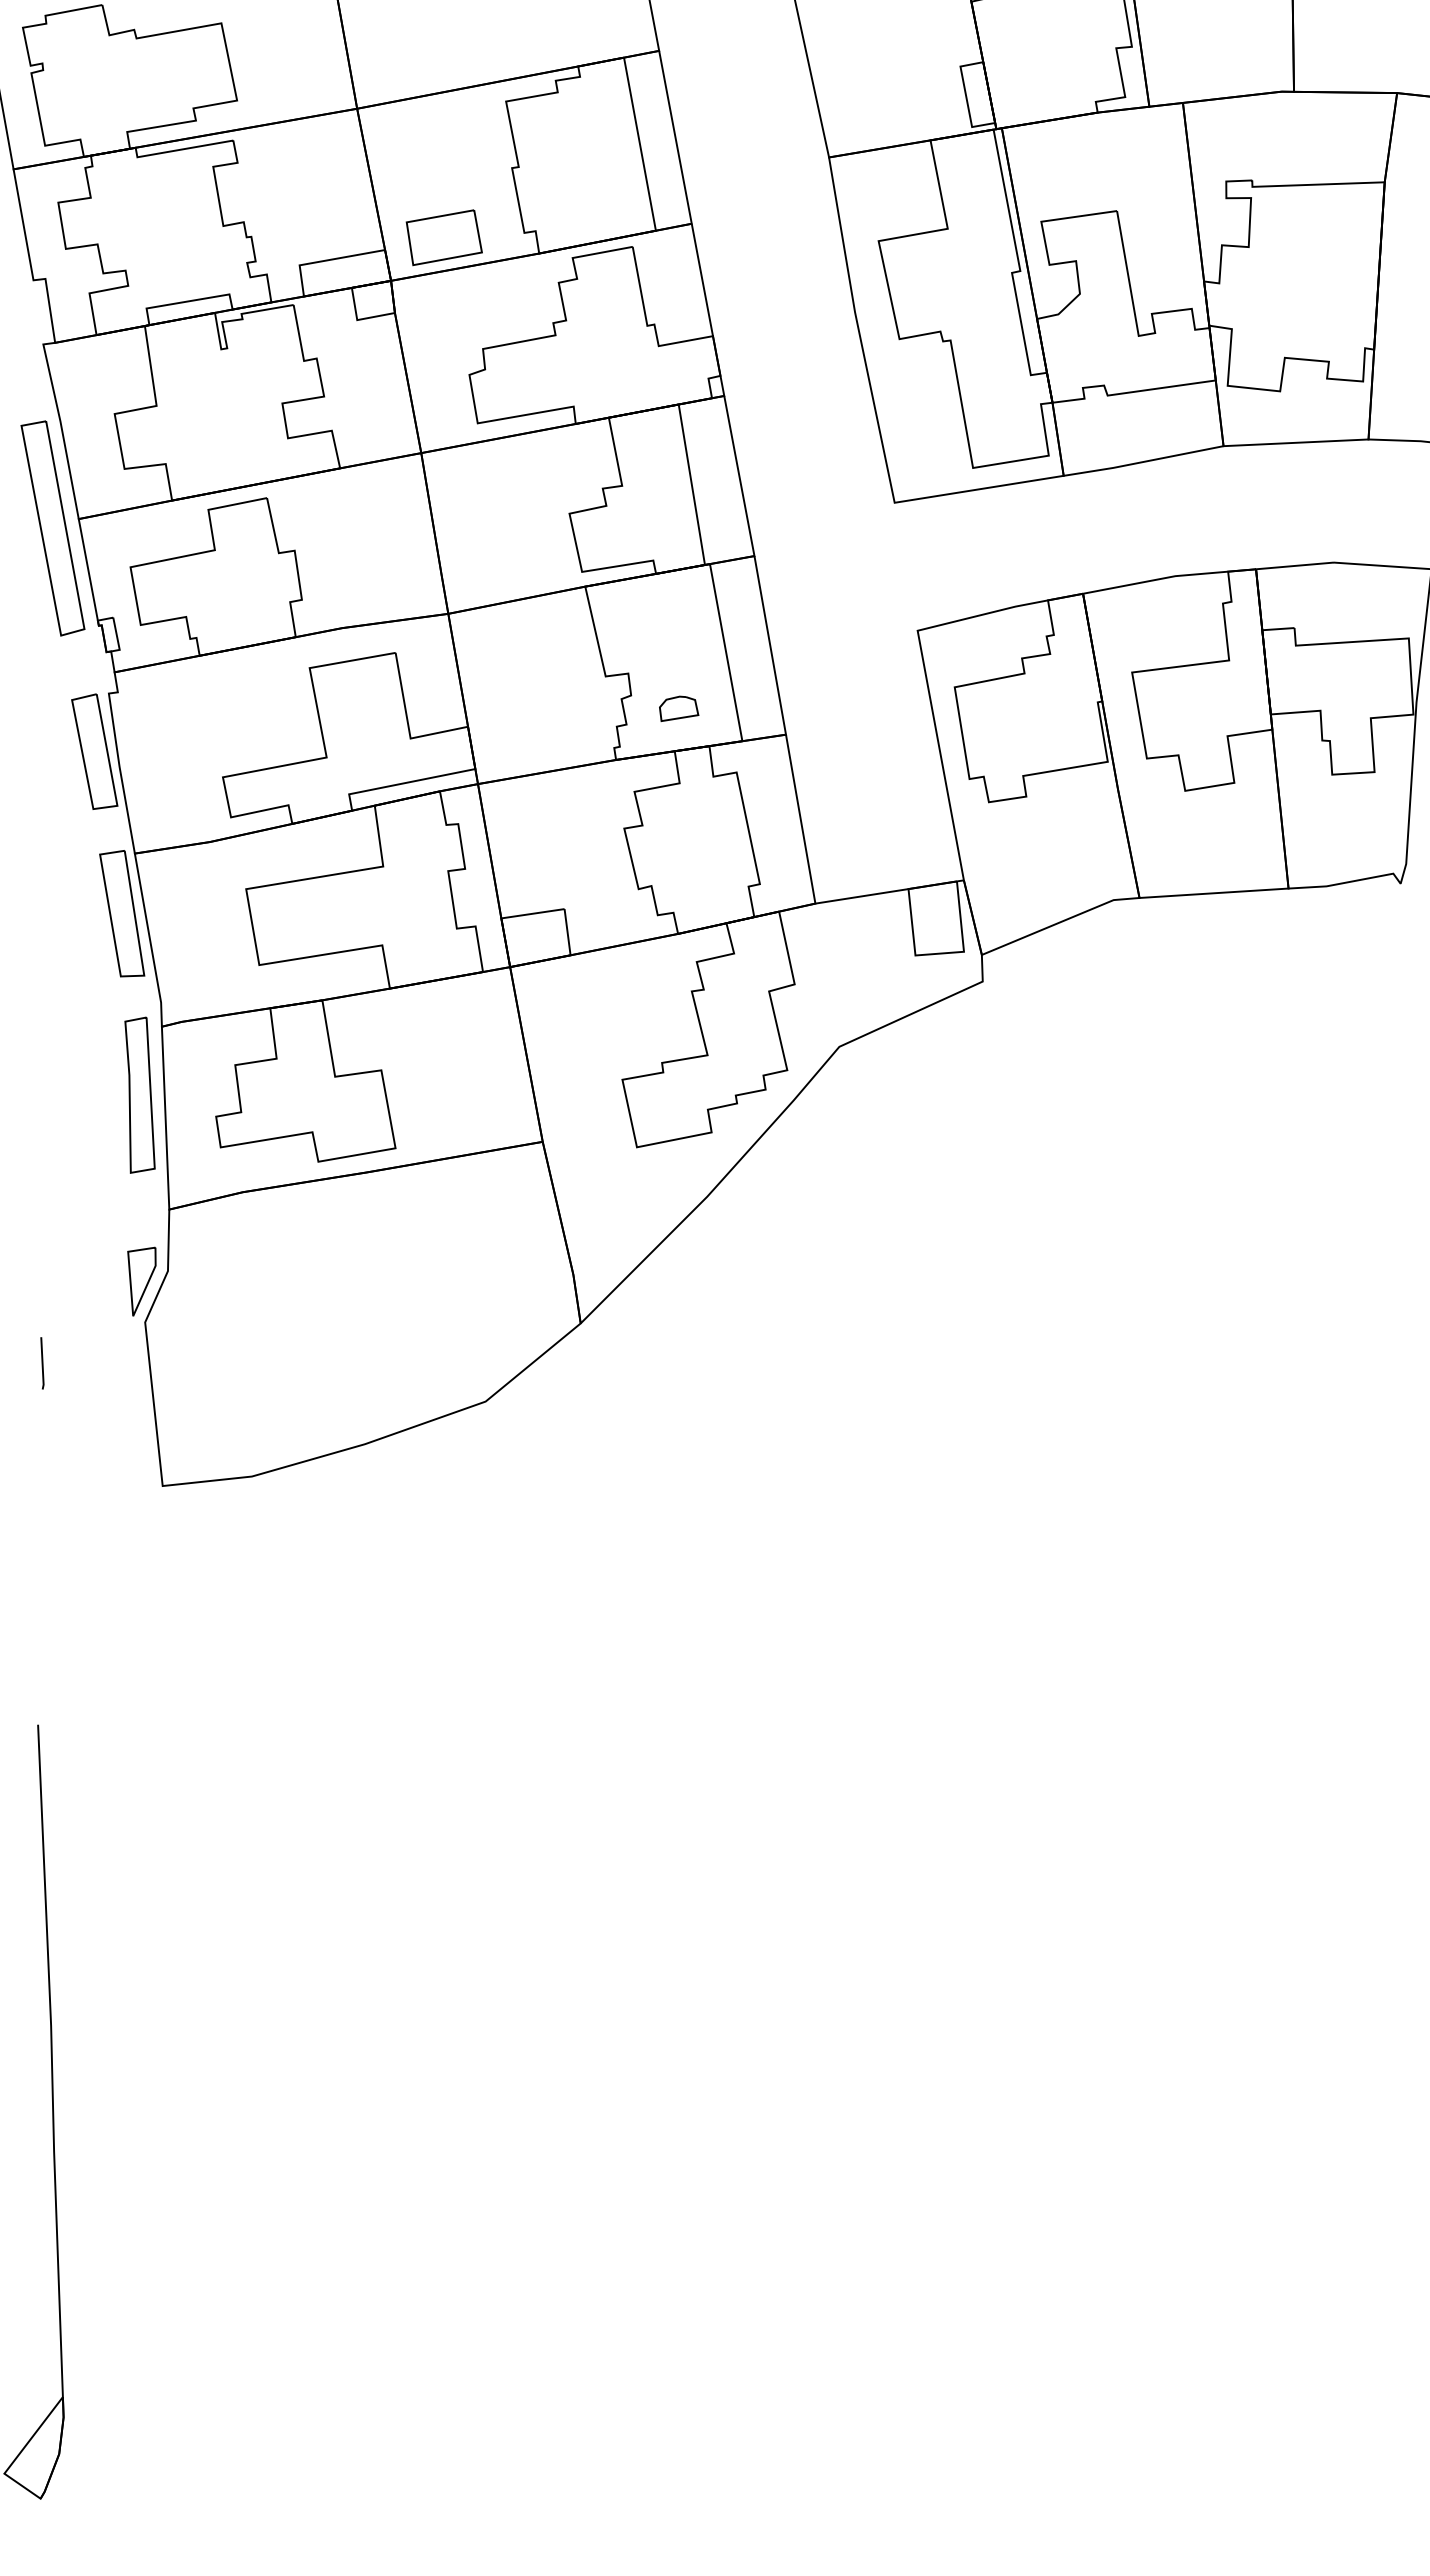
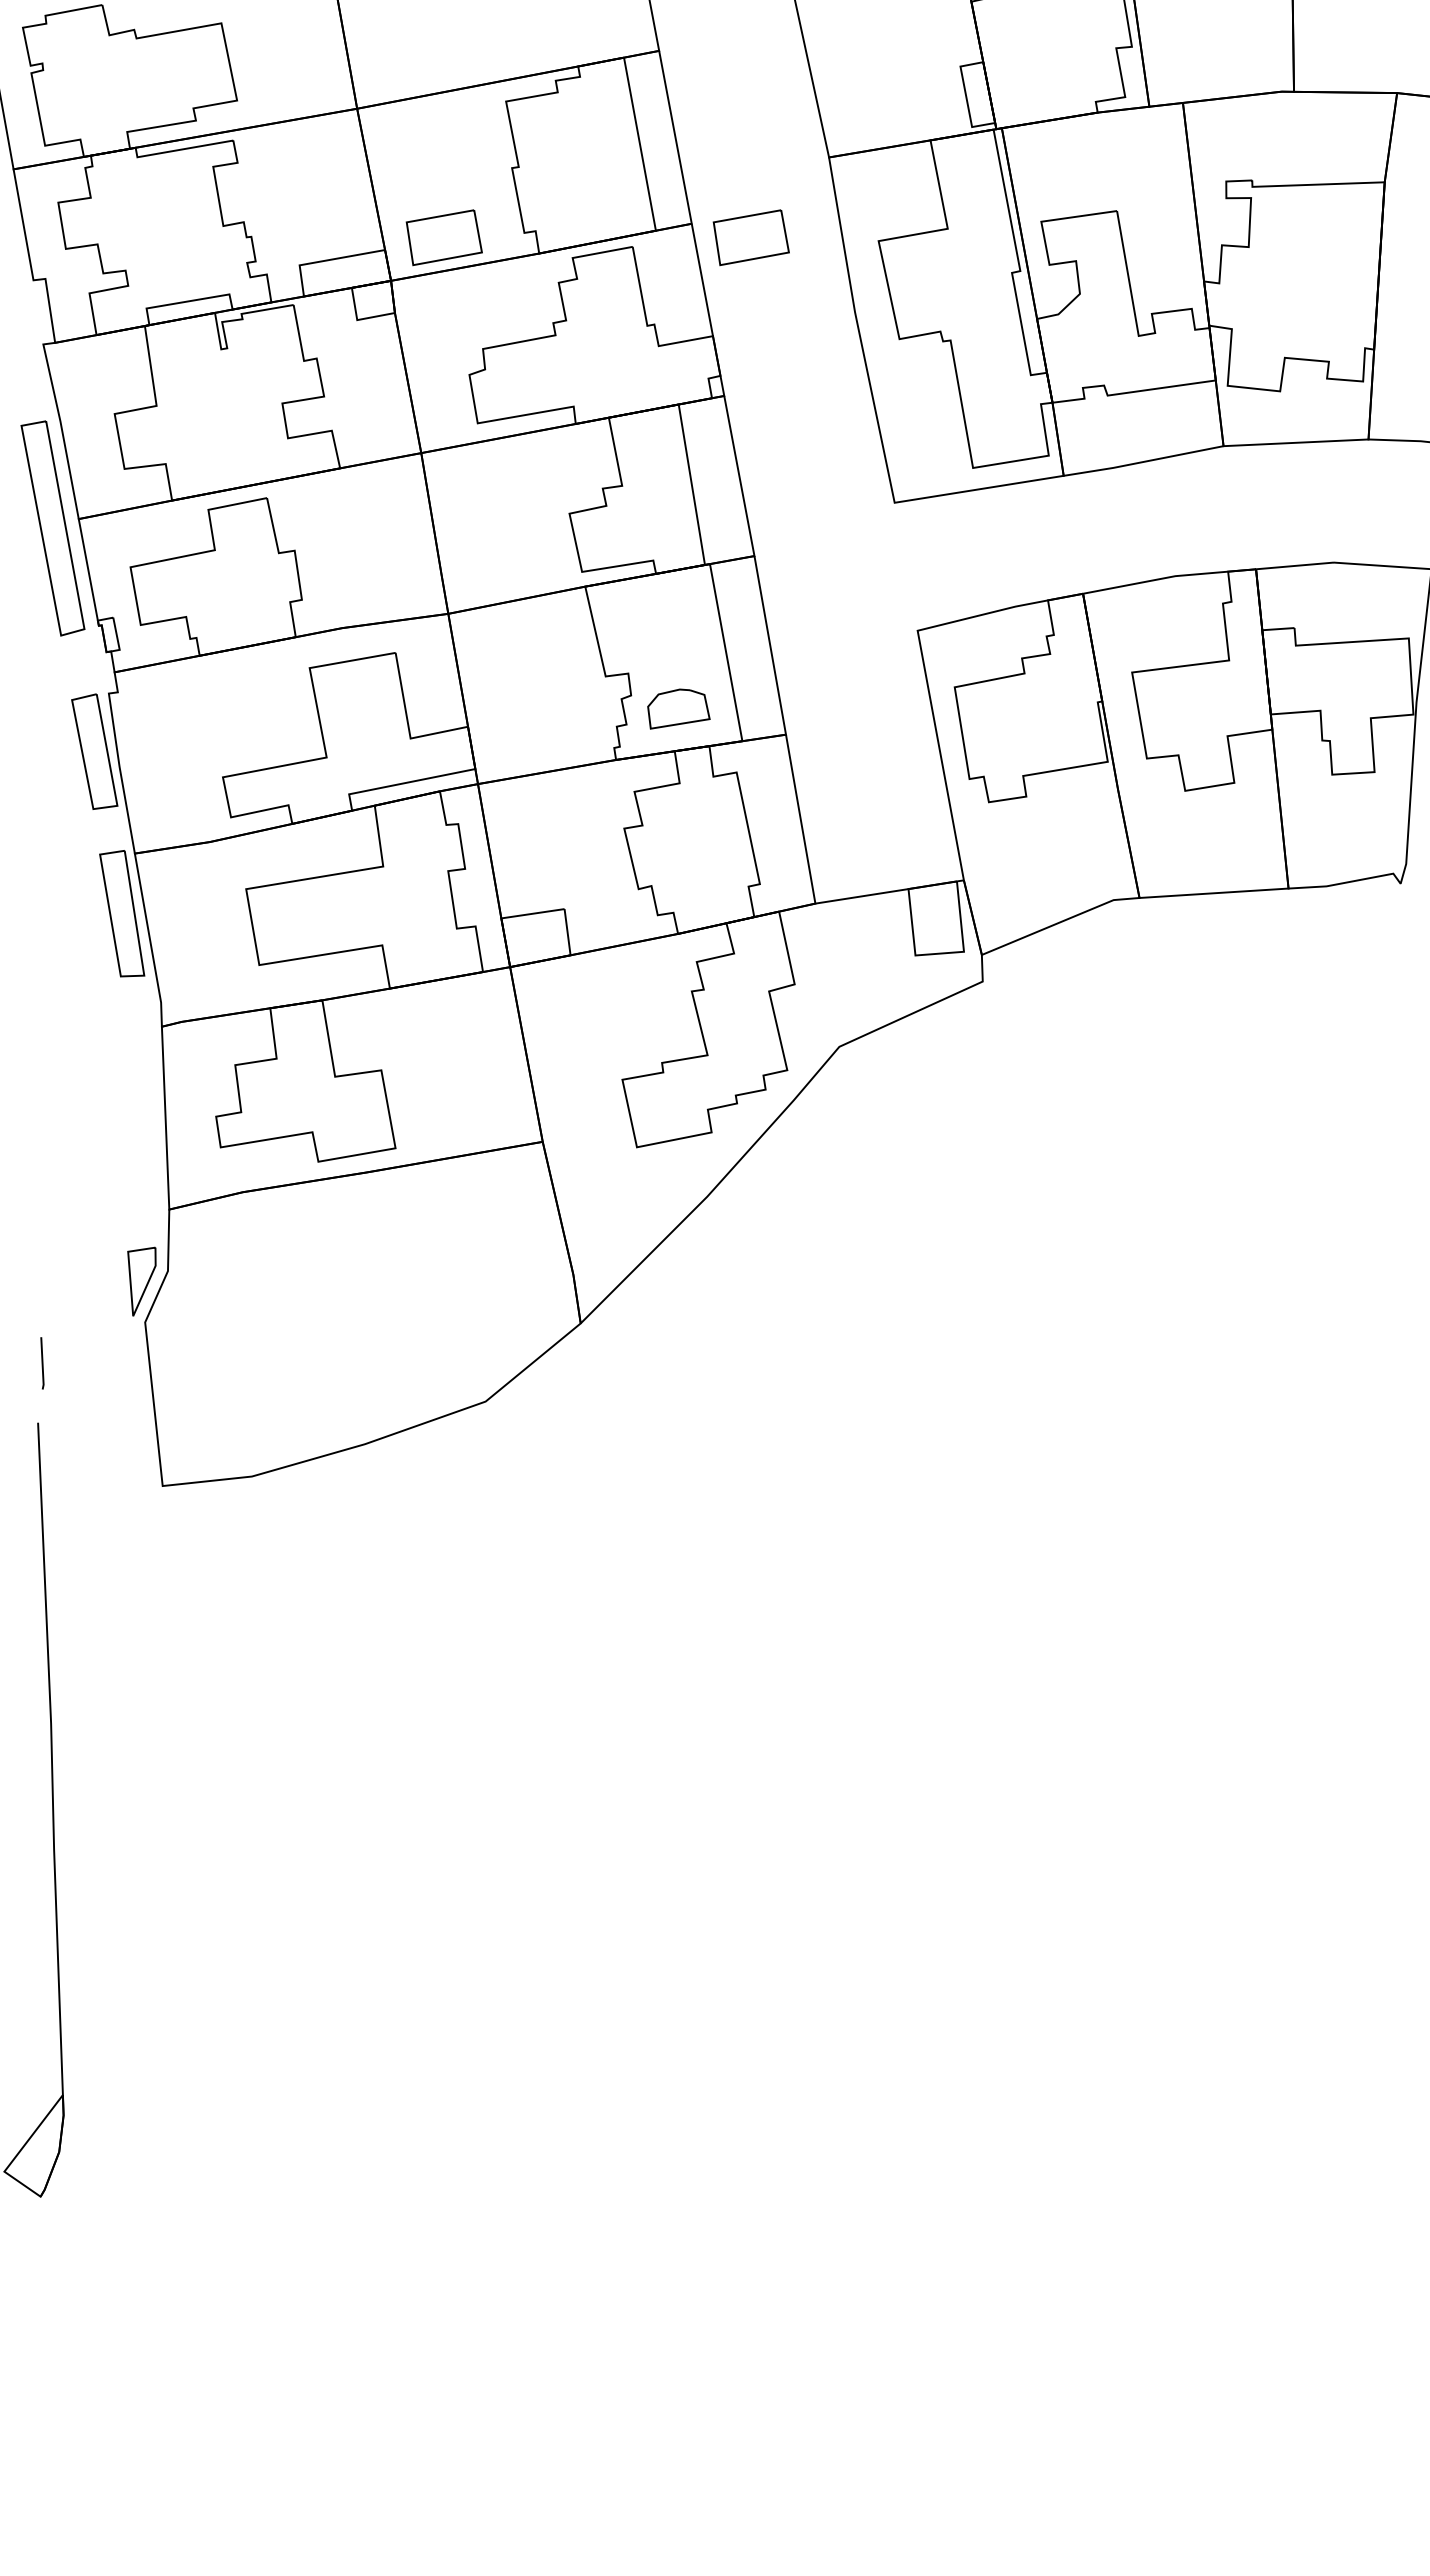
part at (750, 237): none -> present
part at (679, 708) size: 41x27 px -> 64x42 px
part at (139, 1094): present -> none
part at (52, 2111) position: (52, 2111) -> (52, 1809)
